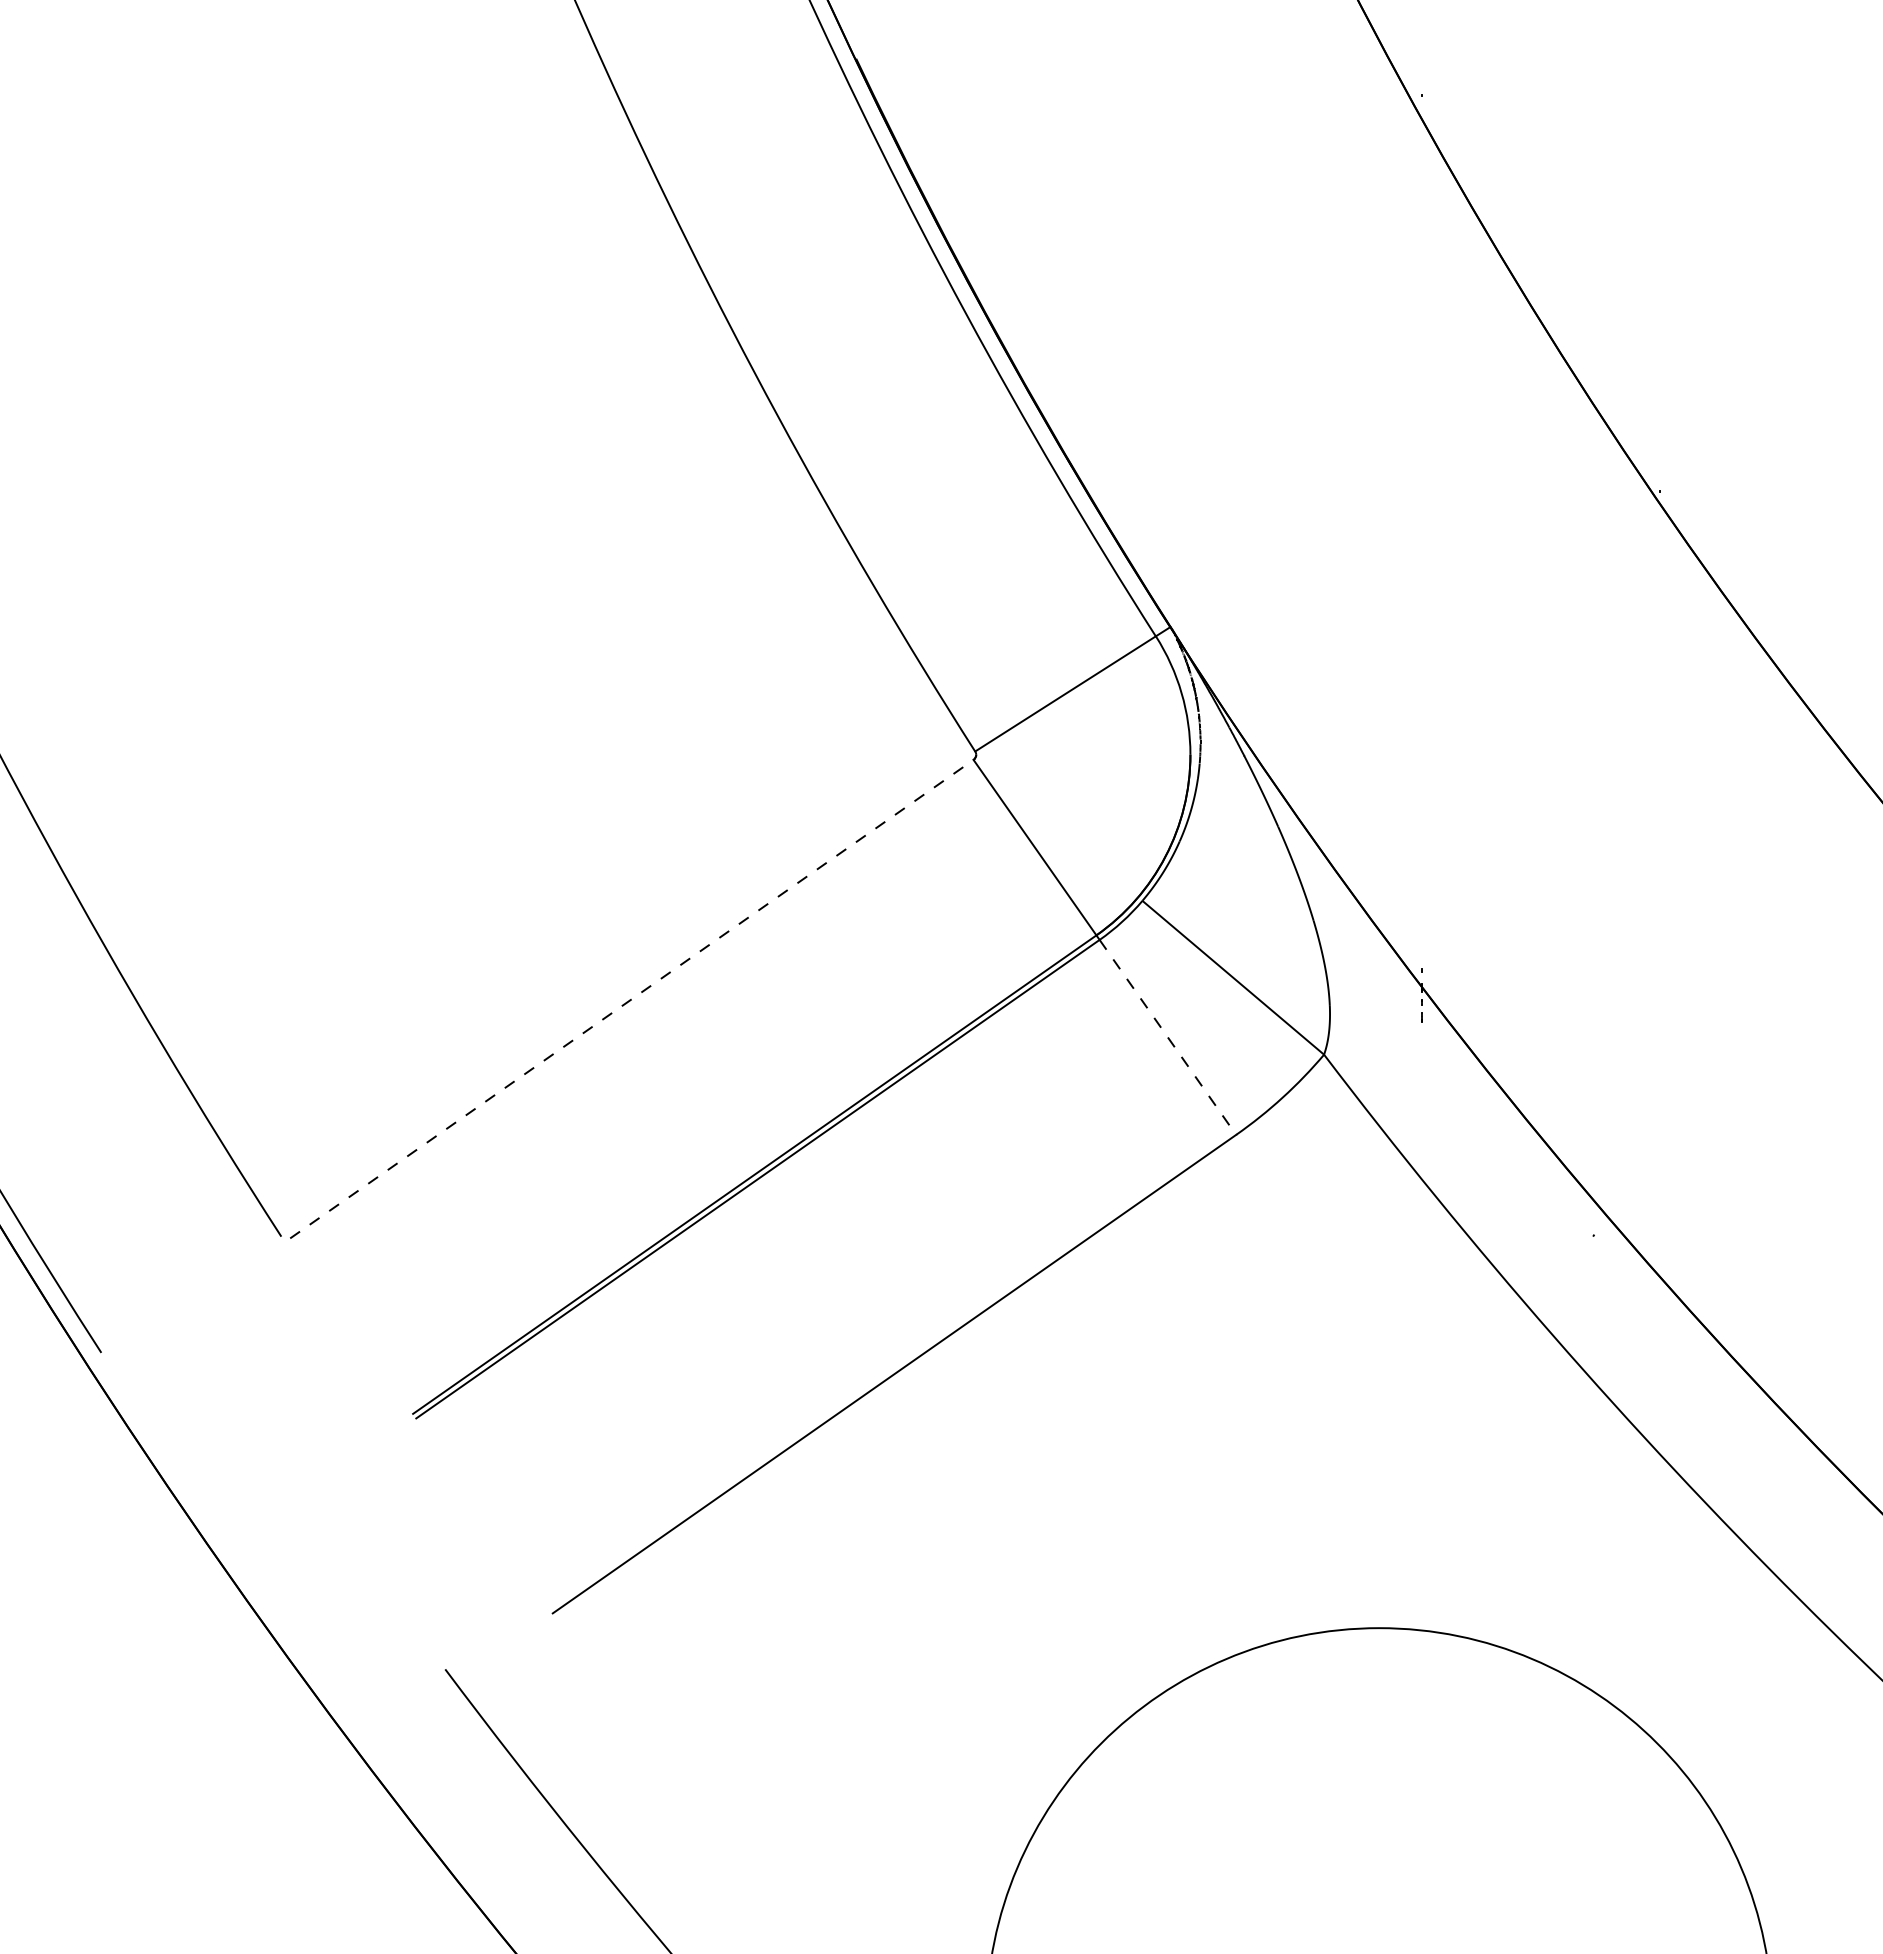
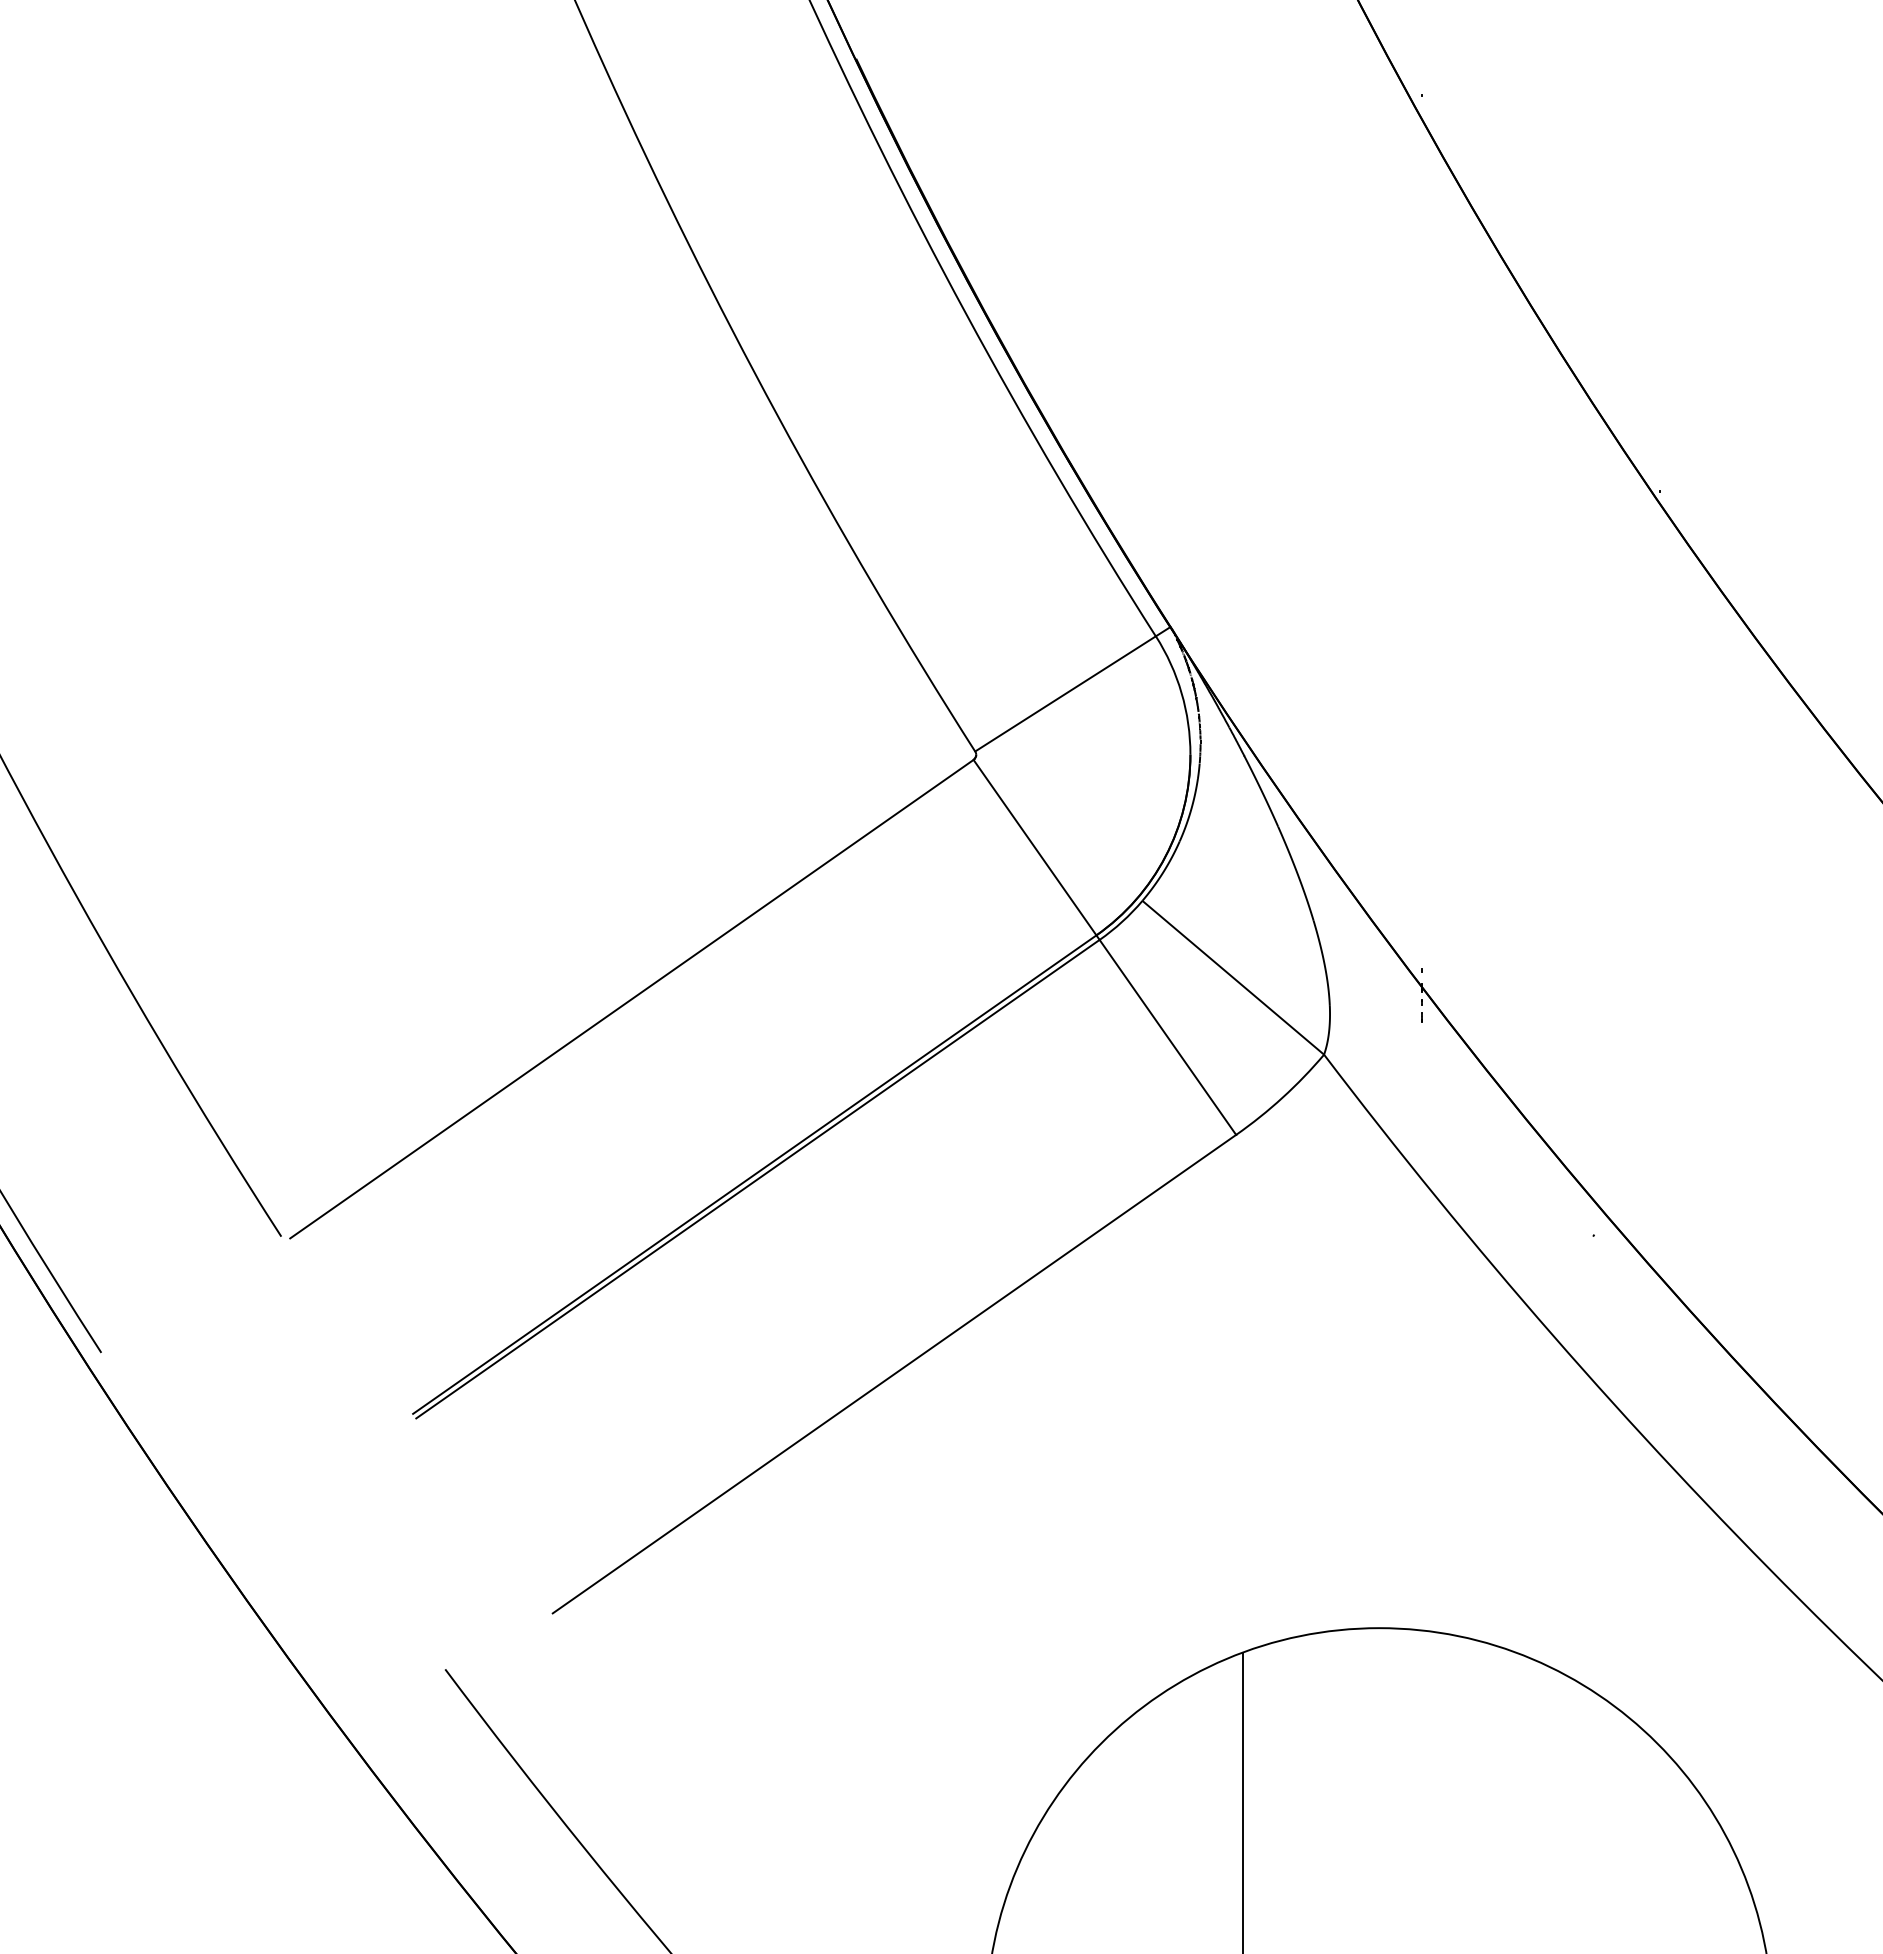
line at (632, 998): dashed -> solid
line at (1168, 1037): dashed -> solid
line at (1243, 1801): none -> present
